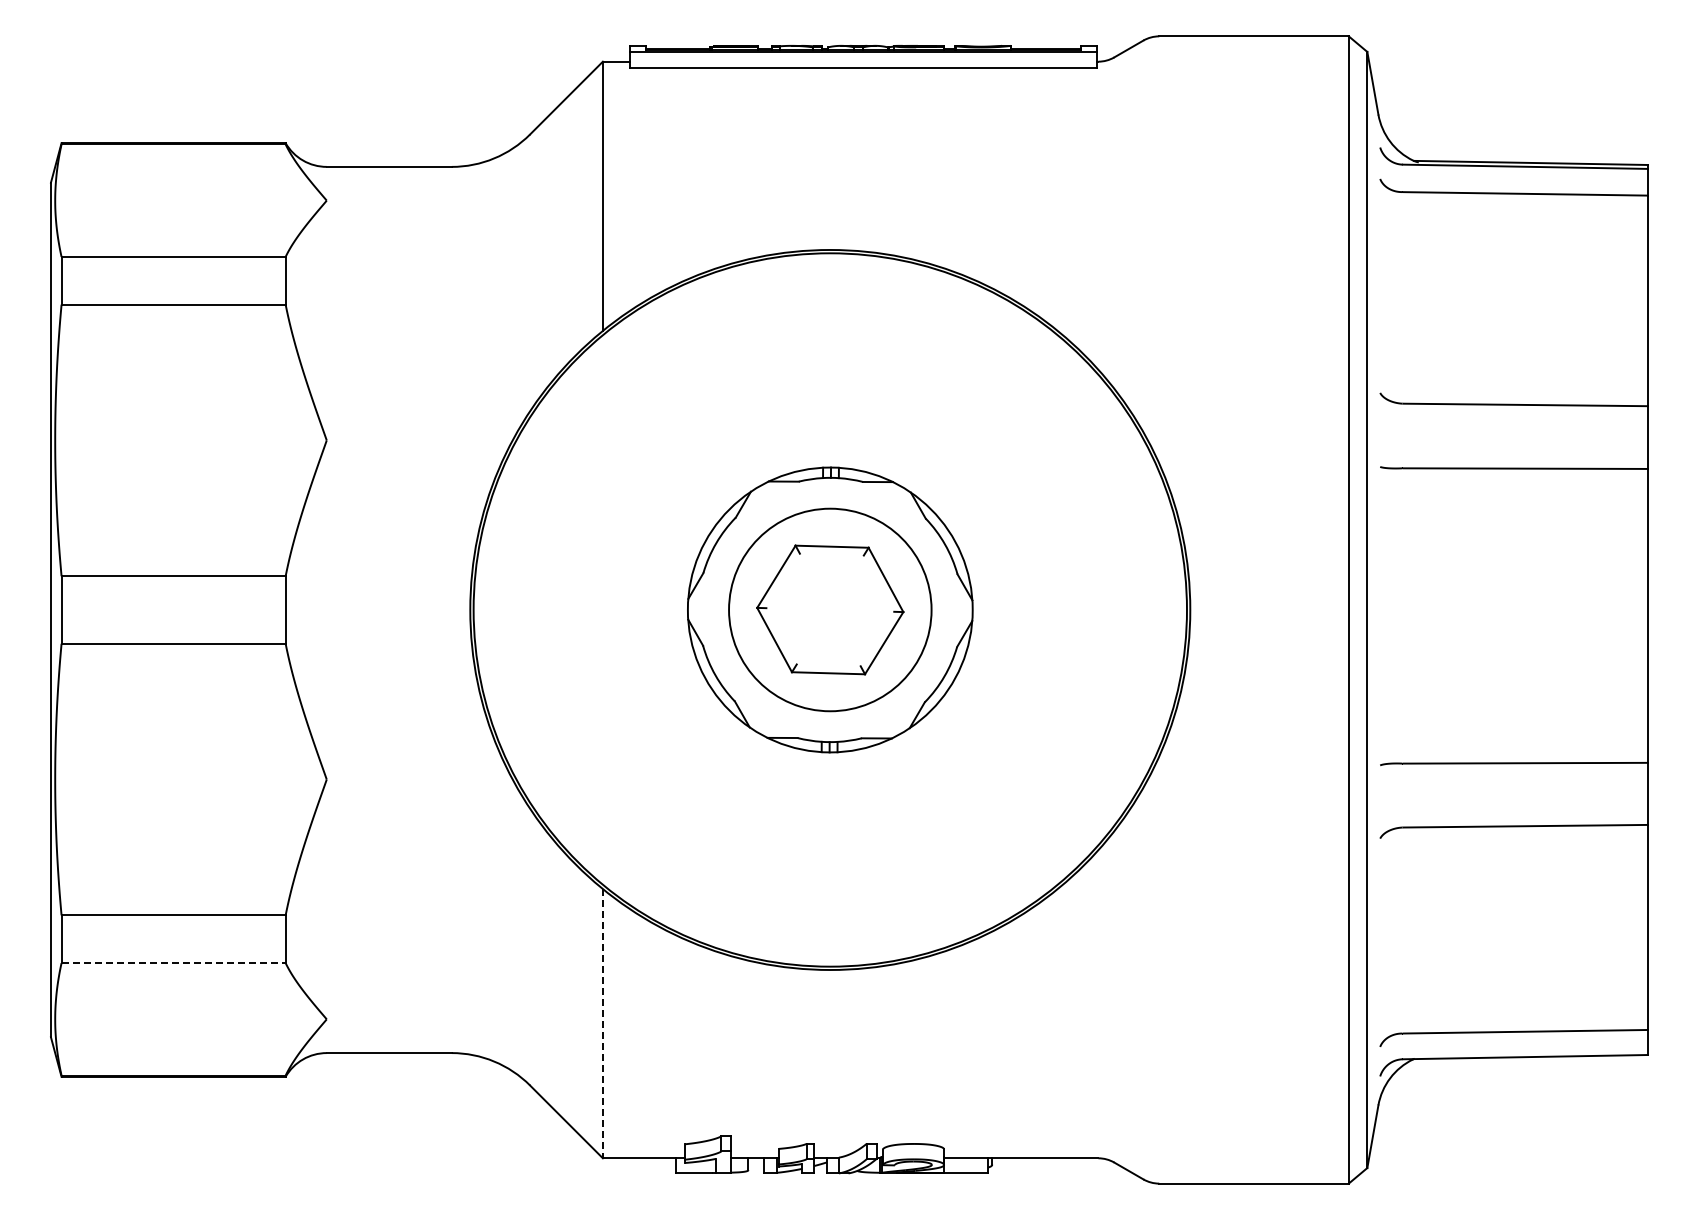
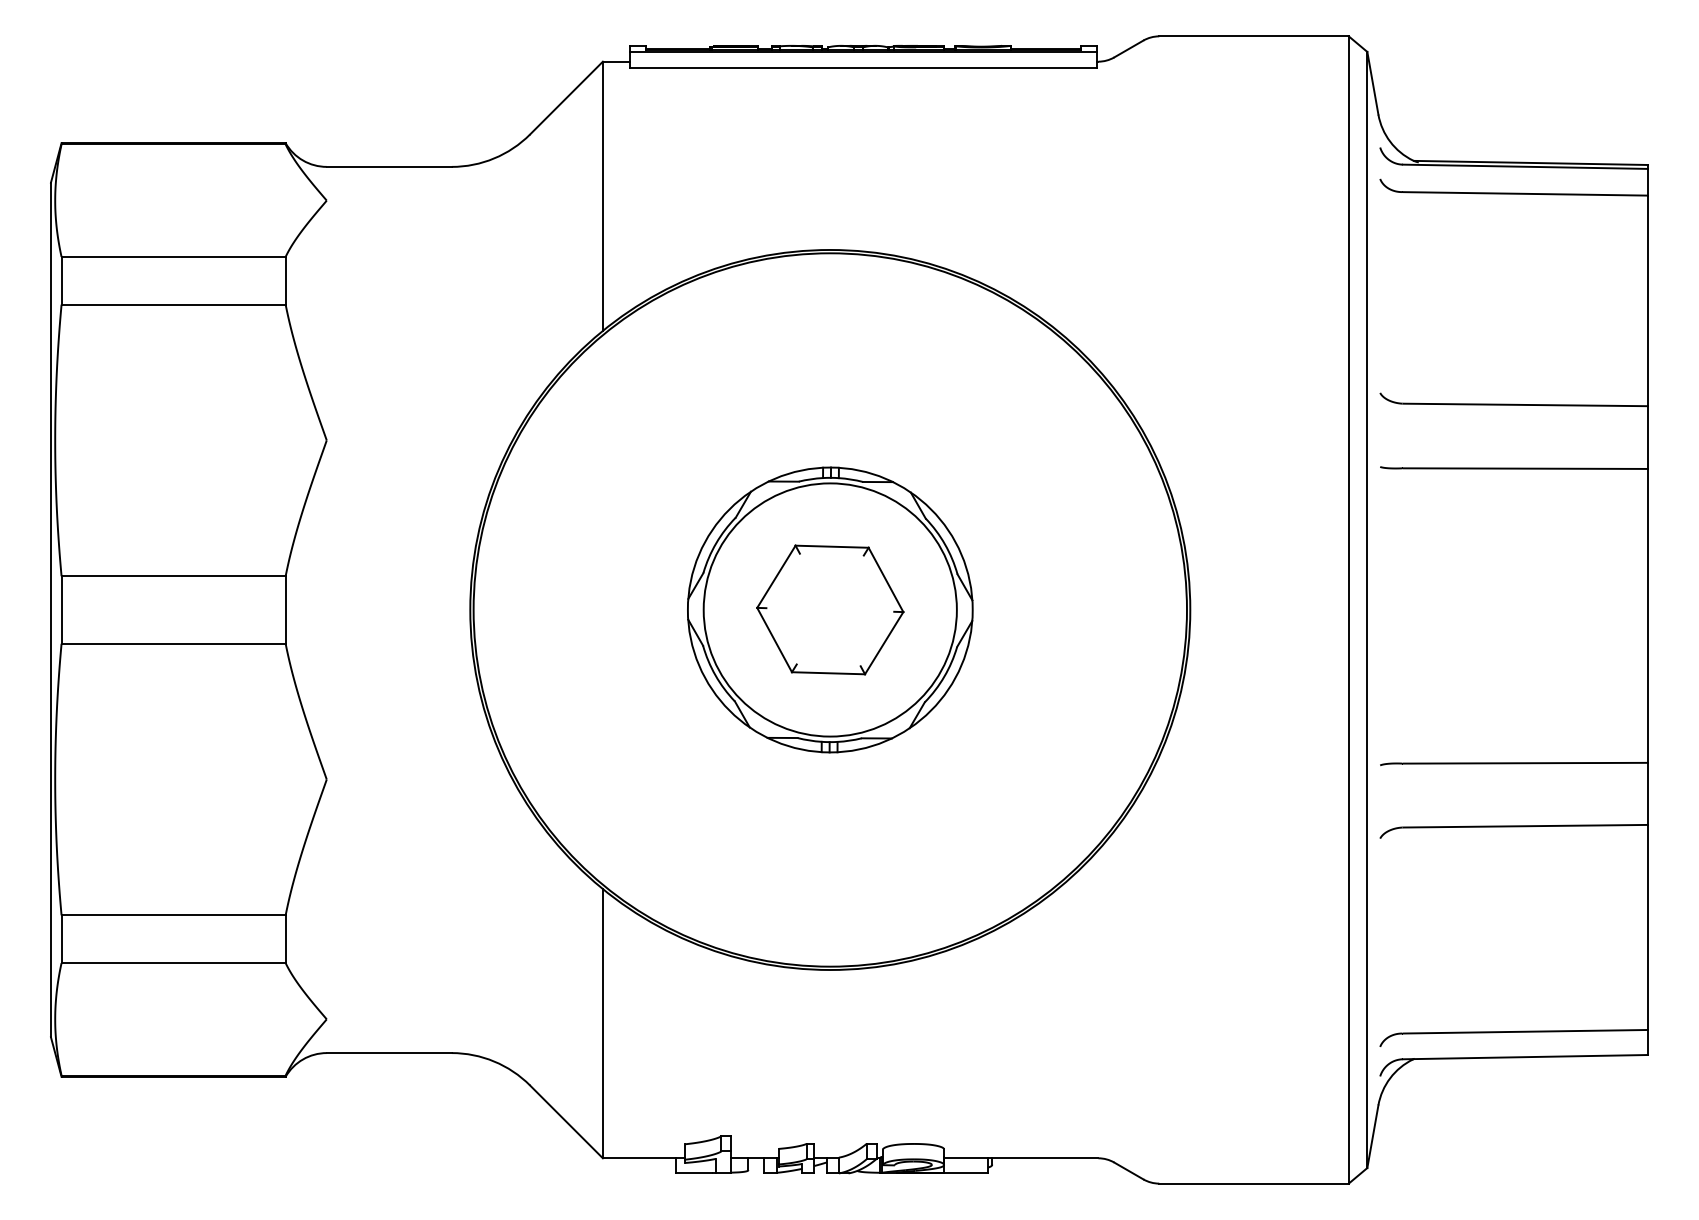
circle at (830, 609) diameter: 203 px -> 253 px
line at (174, 963): dashed -> solid
line at (602, 1023): dashed -> solid
